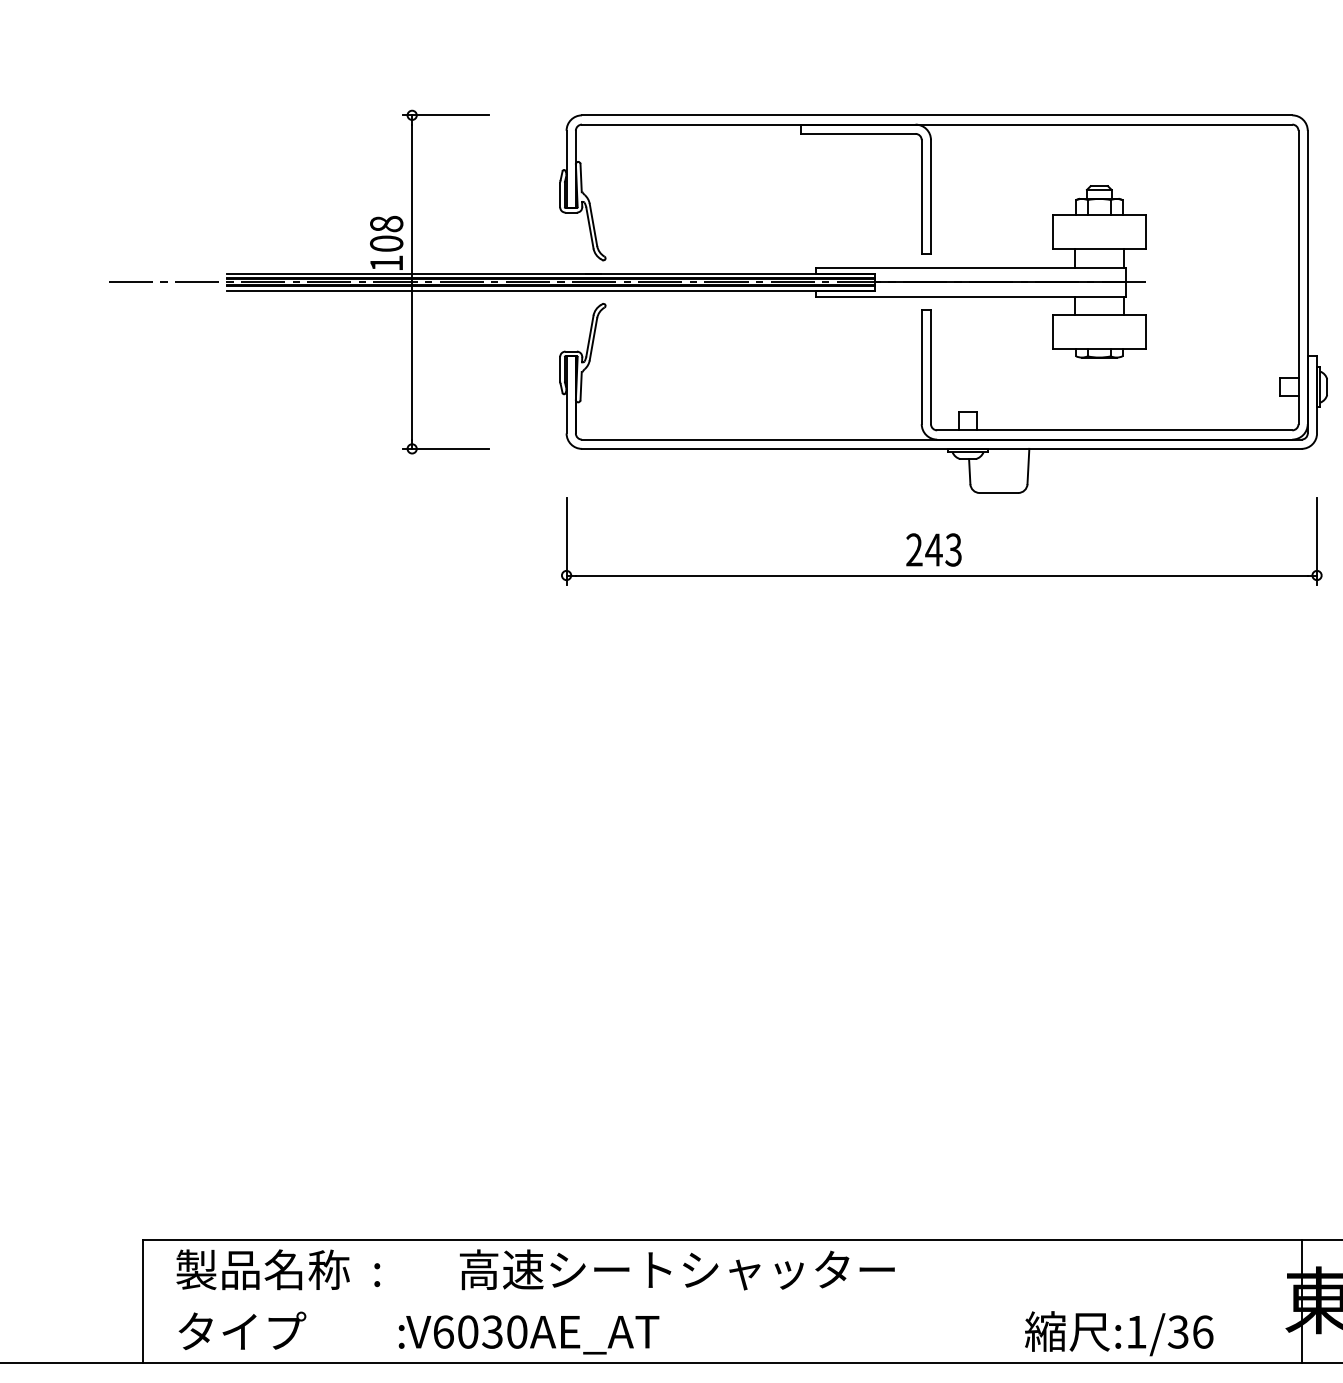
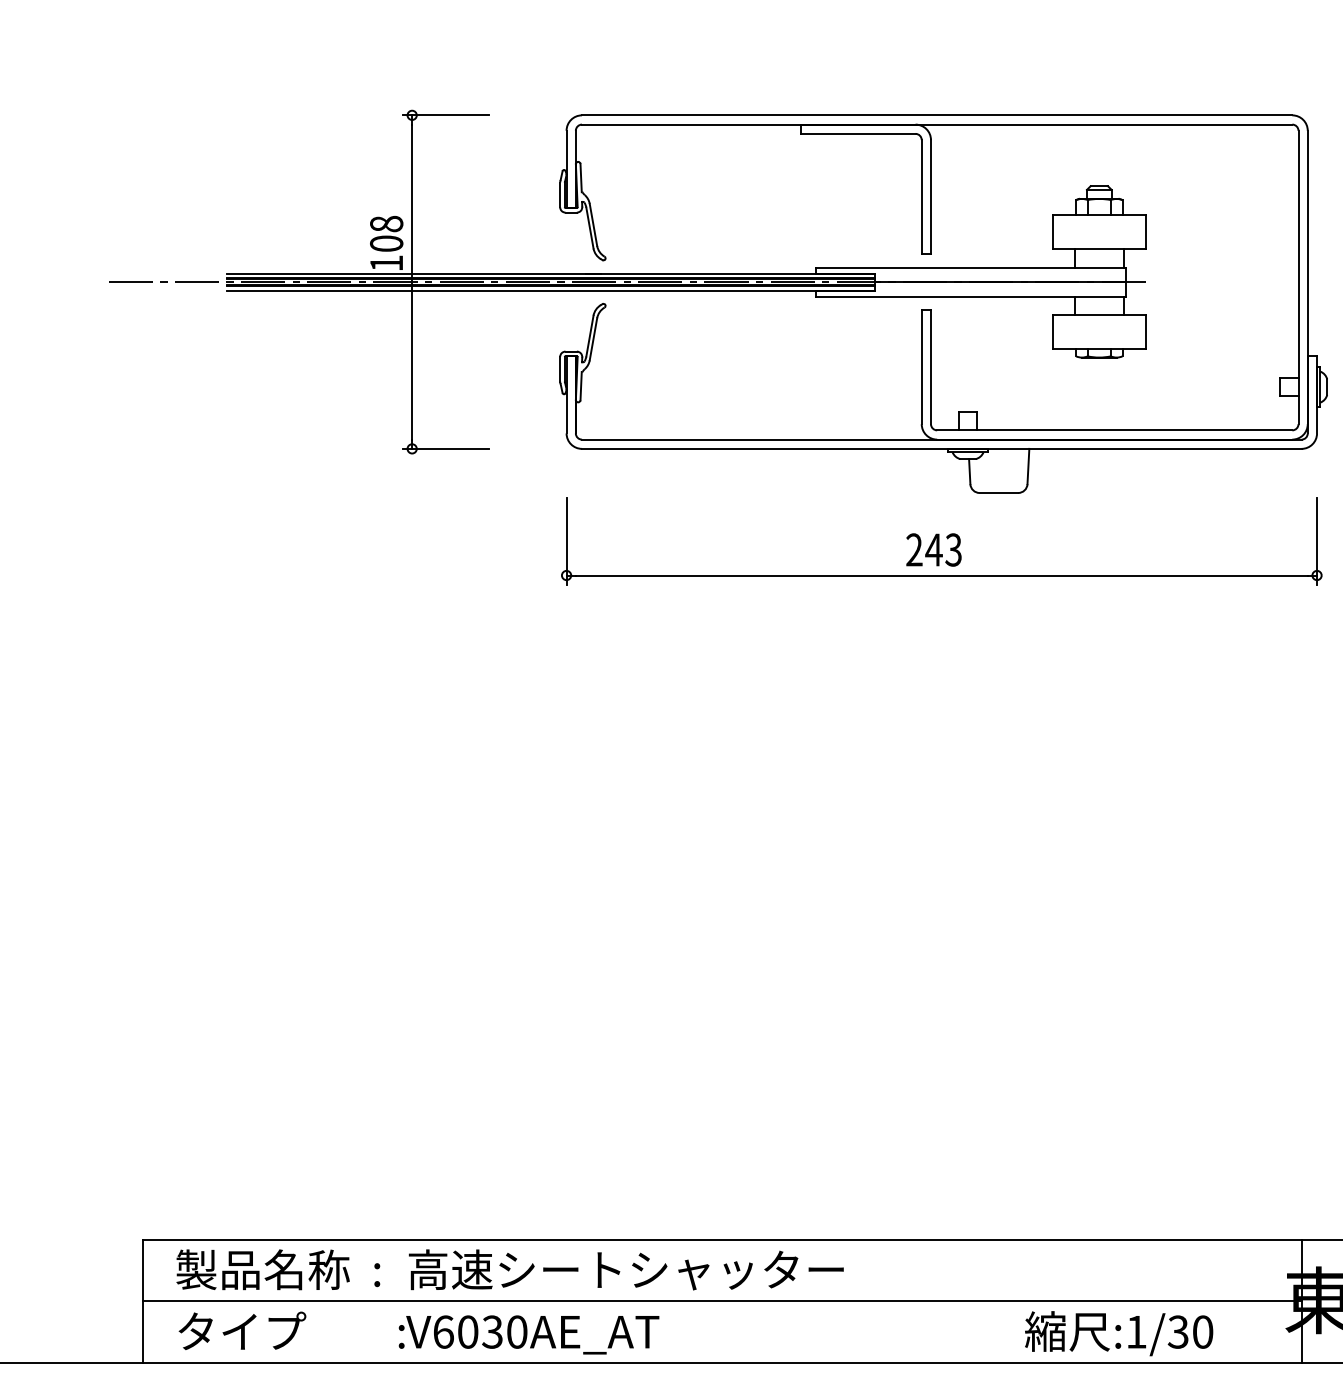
text at (676, 1269) position: (676, 1269) -> (625, 1269)
line at (722, 1301): none -> present
text at (1203, 1331): :1/36 -> :1/30
